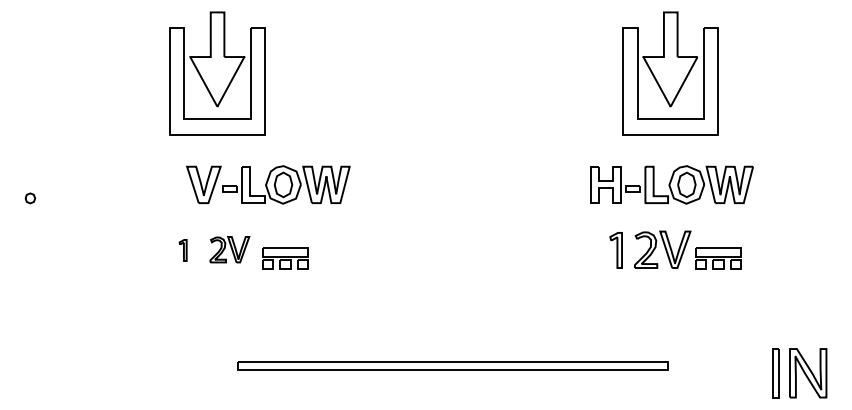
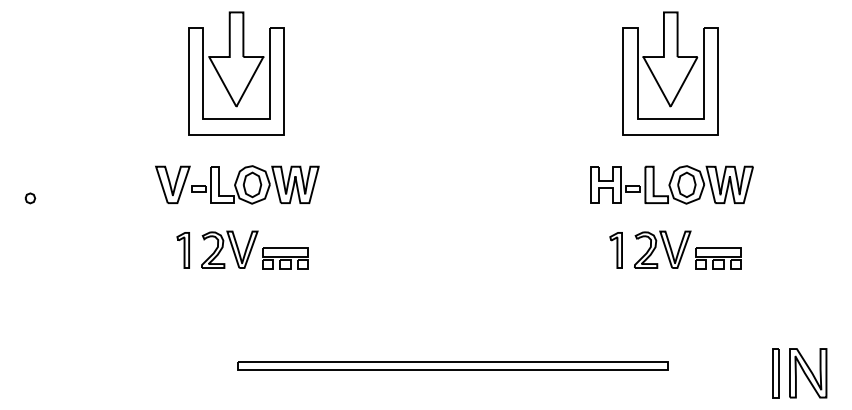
part at (217, 73) position: (217, 73) -> (236, 73)
part at (268, 184) position: (268, 184) -> (237, 184)
part at (229, 249) size: 42x28 px -> 58x39 px
part at (182, 250) size: 10x23 px -> 14x37 px
